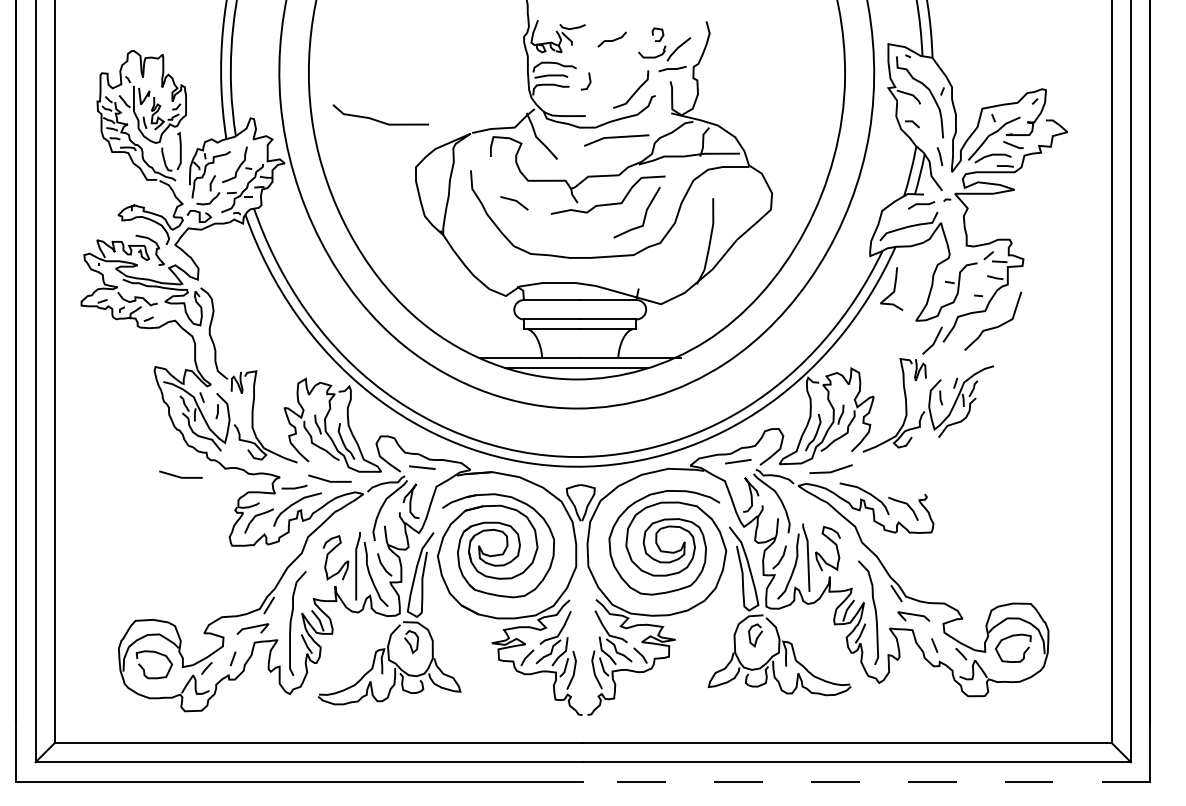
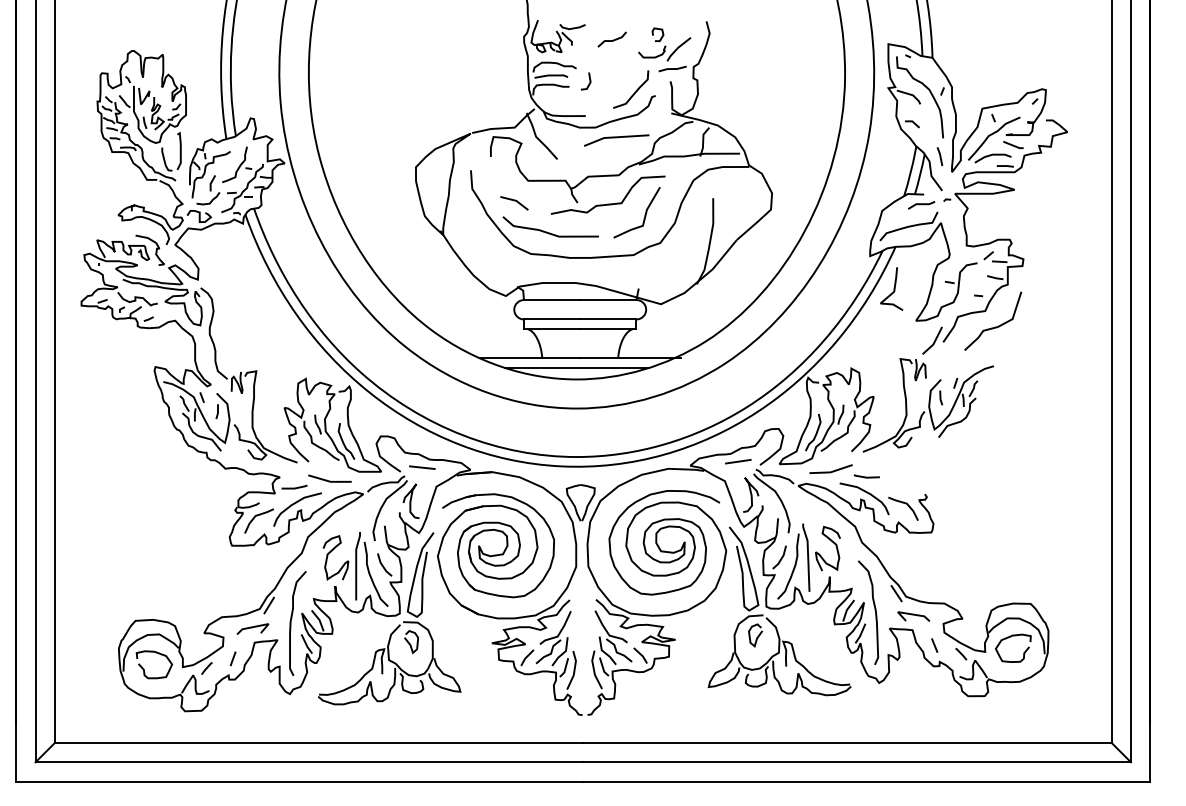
curve at (377, 119) position: (377, 119) -> (547, 231)
line at (180, 476): present -> none
line at (866, 476): none -> present
line at (866, 781): dashed -> solid
